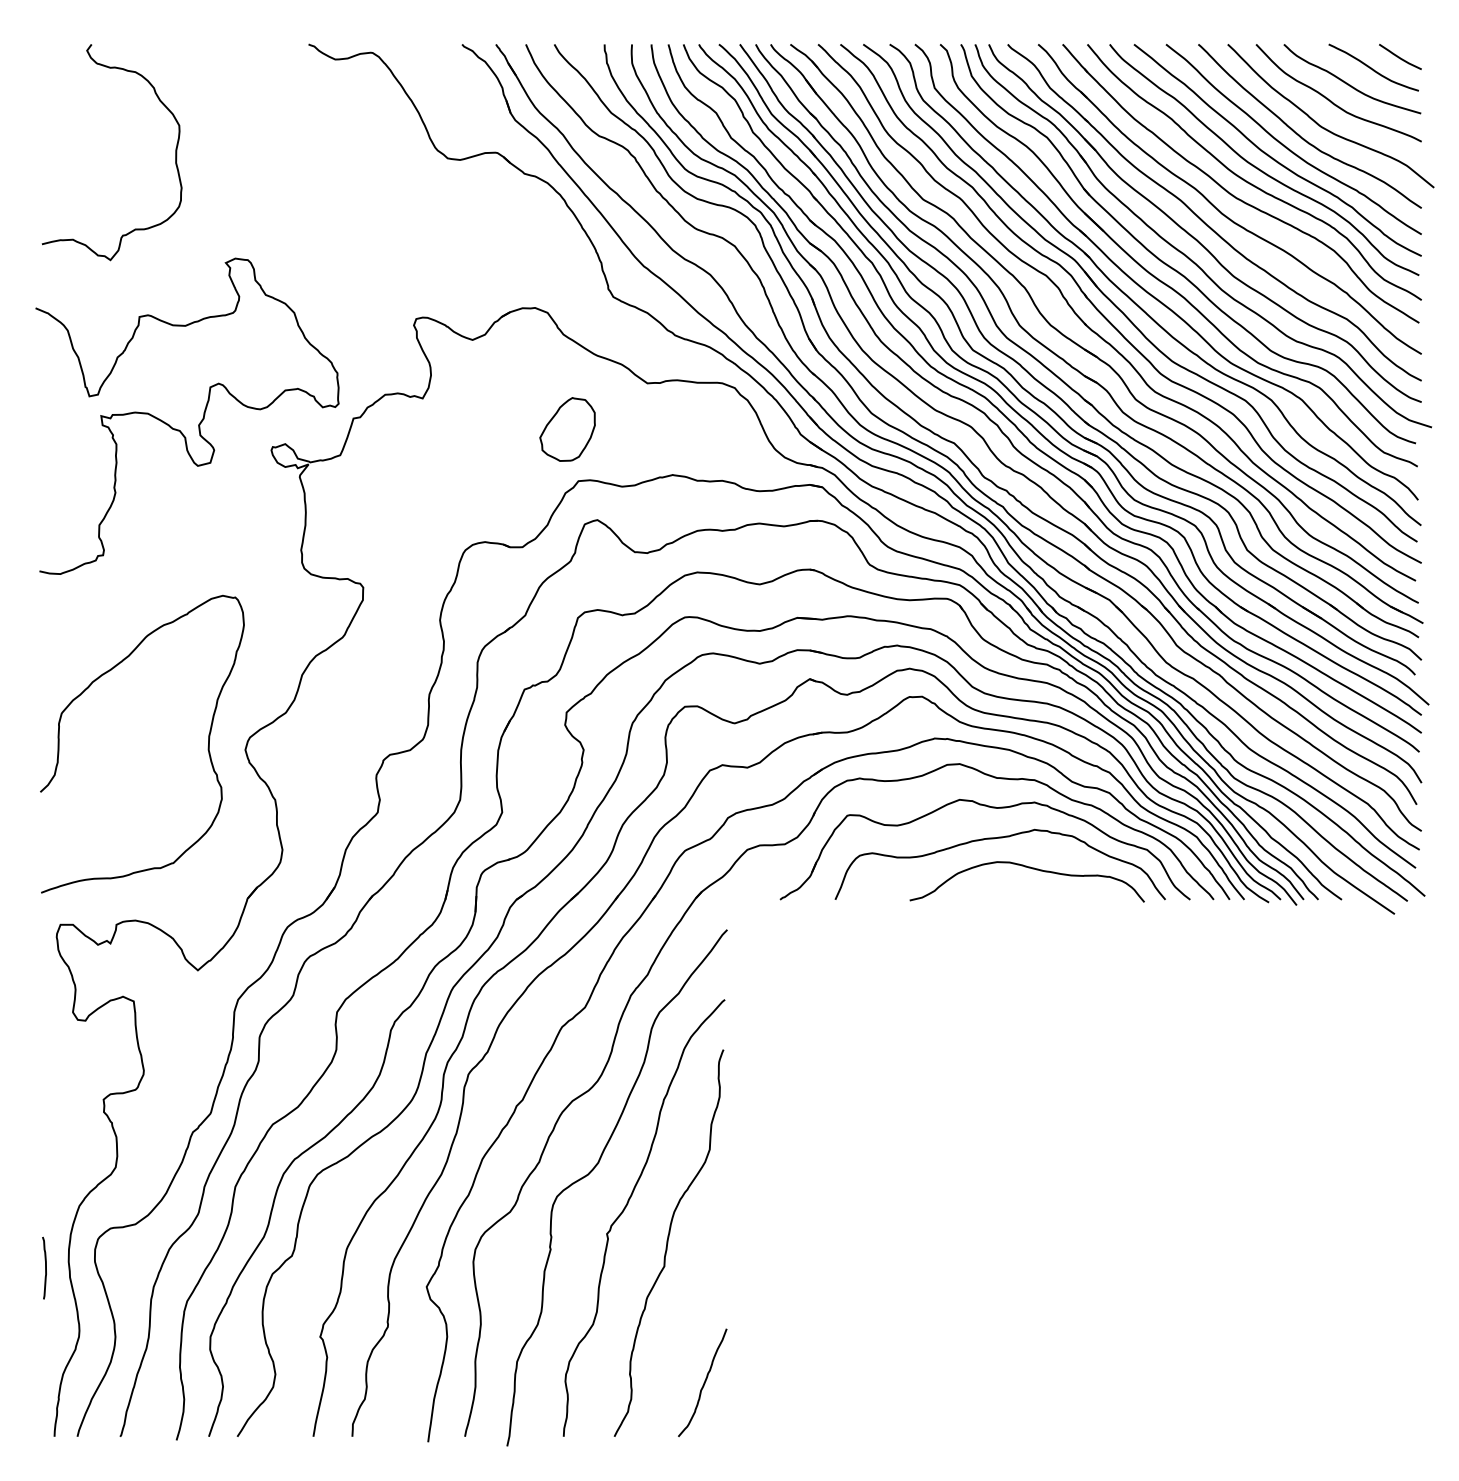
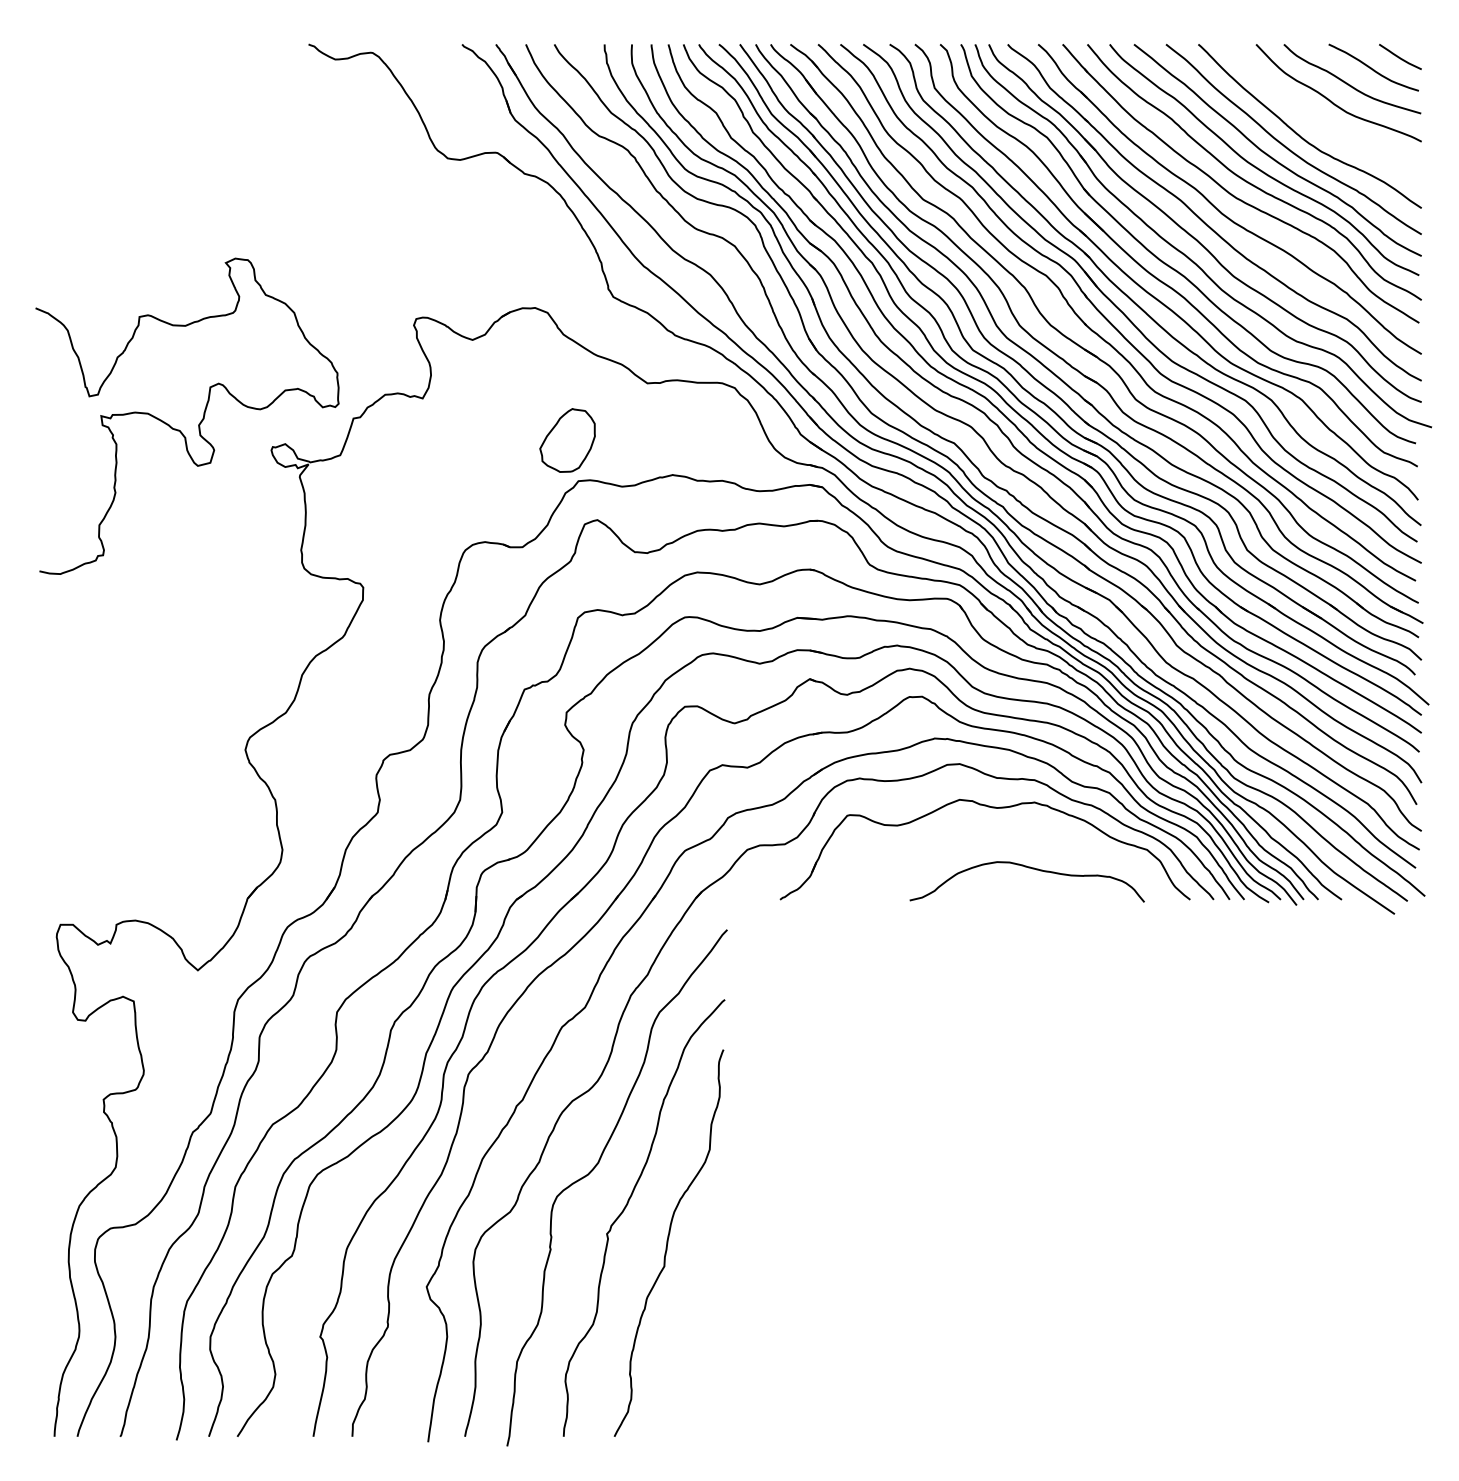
curve at (1324, 127): present -> none
curve at (175, 152): present -> none
part at (567, 429) position: (567, 429) -> (567, 440)
curve at (207, 747): present -> none
curve at (994, 839): present -> none
curve at (45, 1267): present -> none
curve at (703, 1382): present -> none
